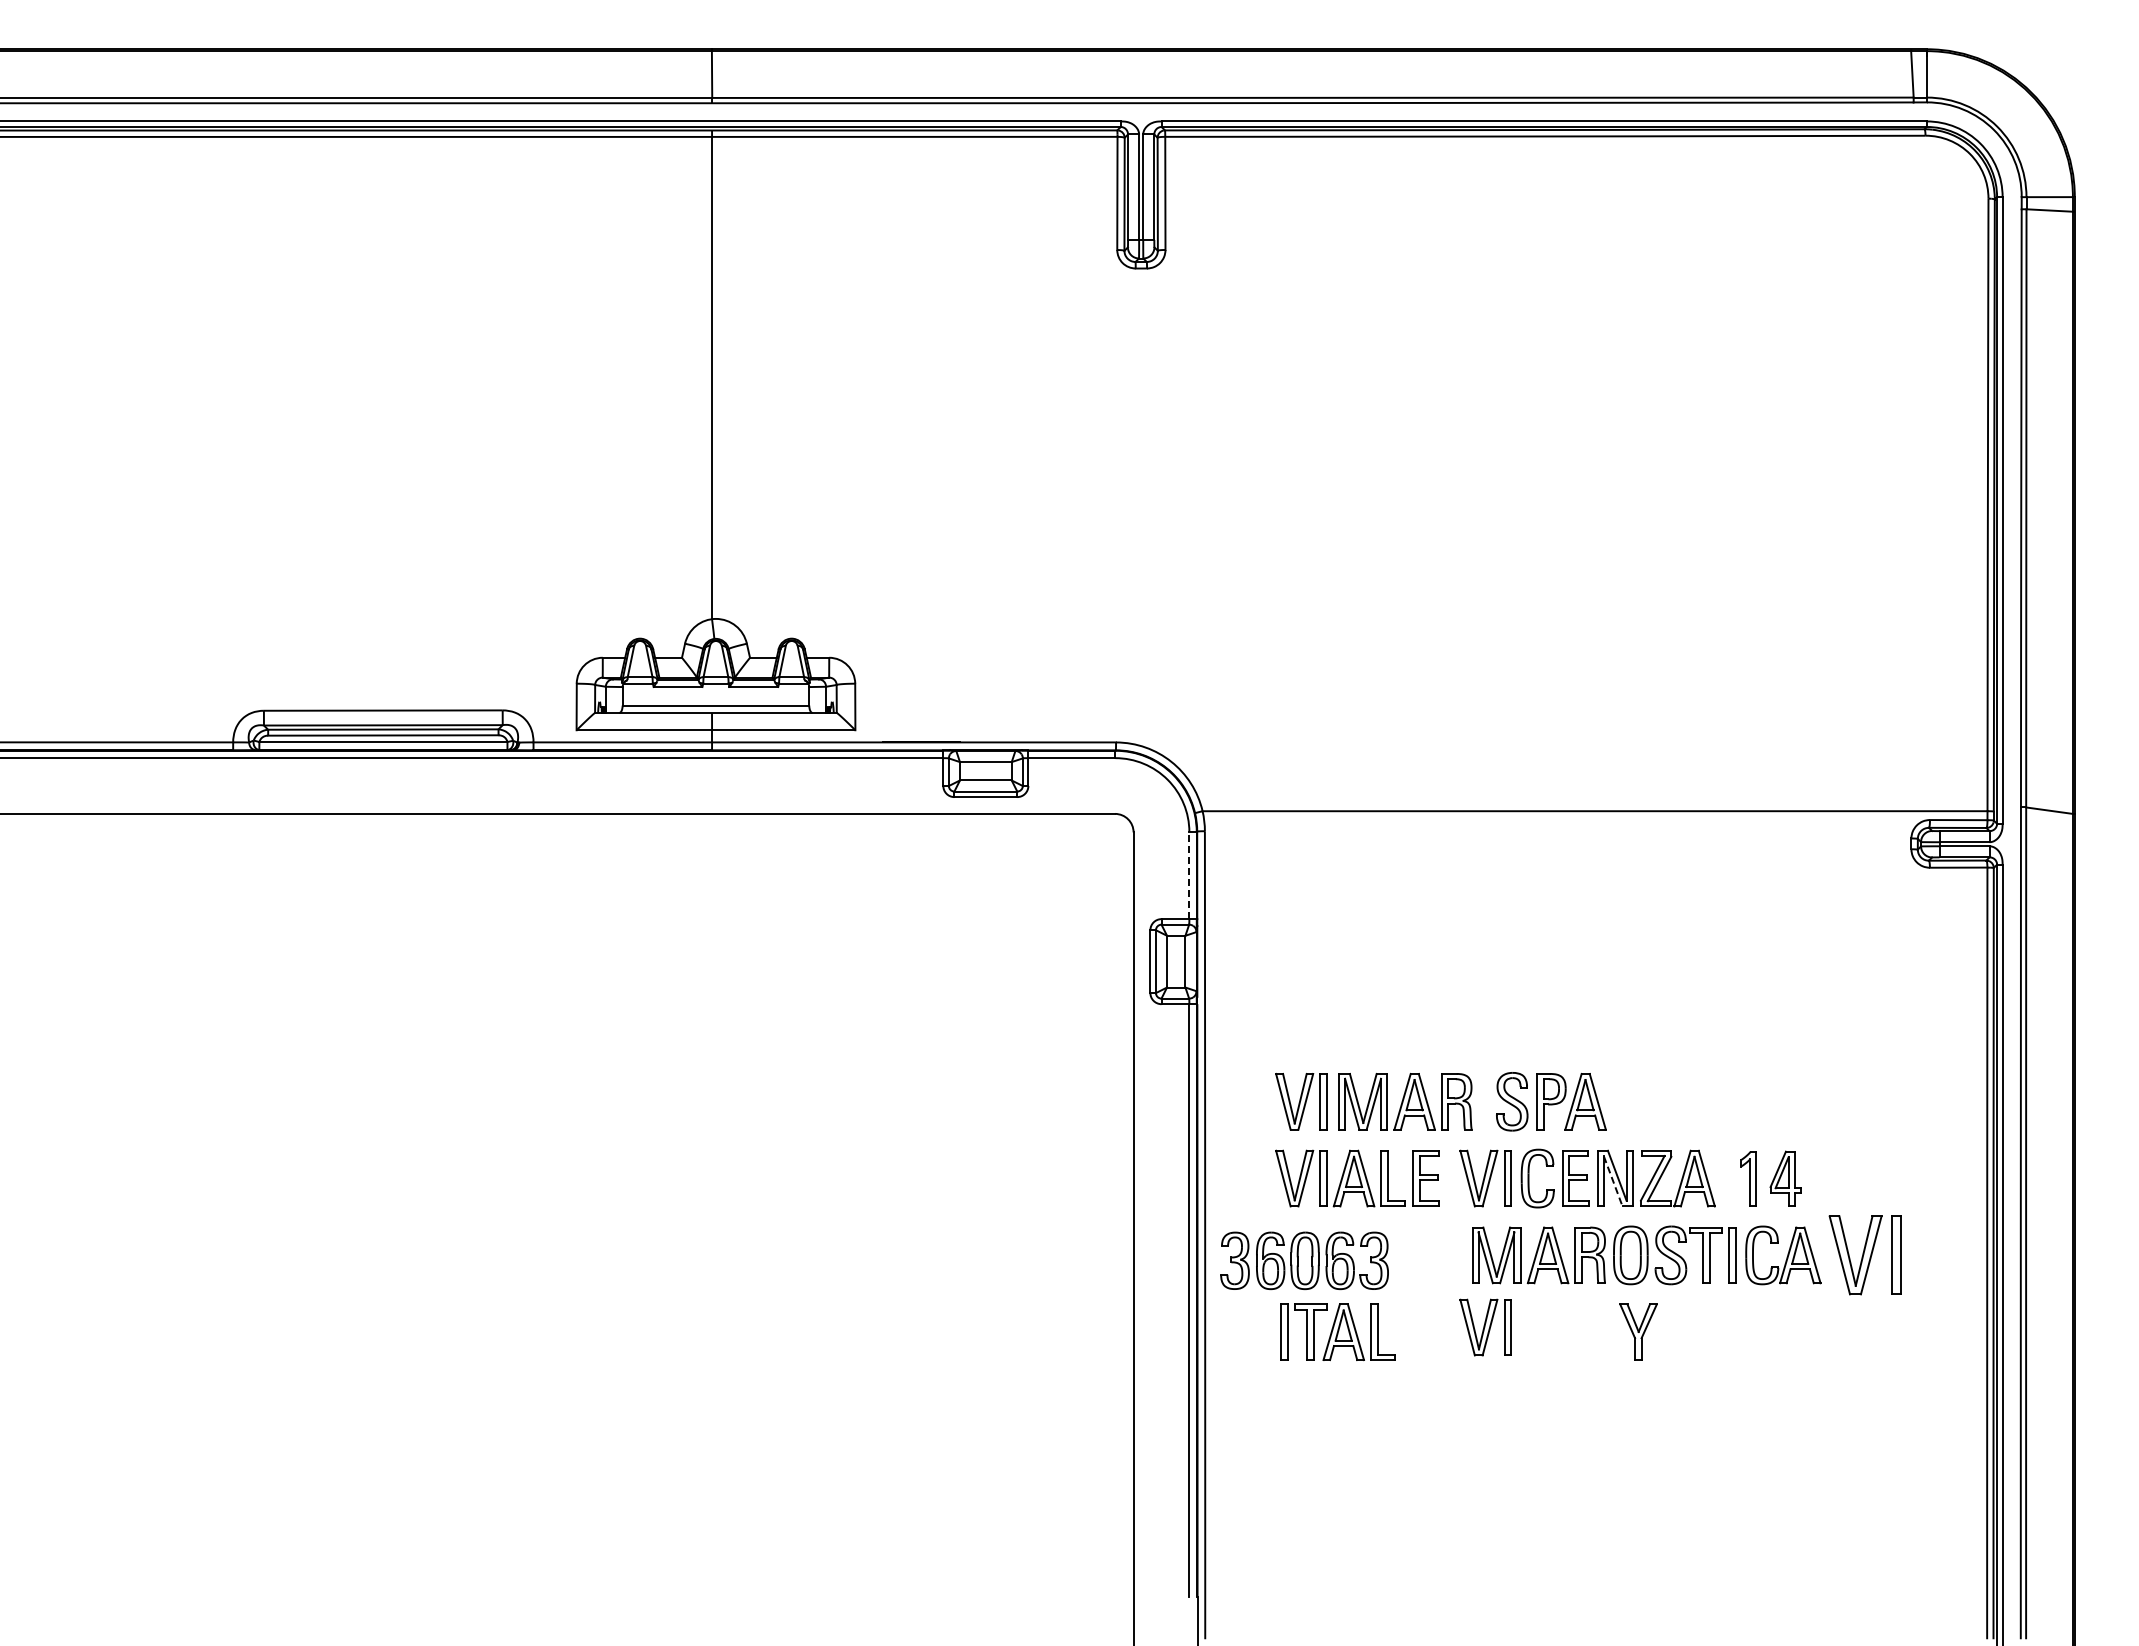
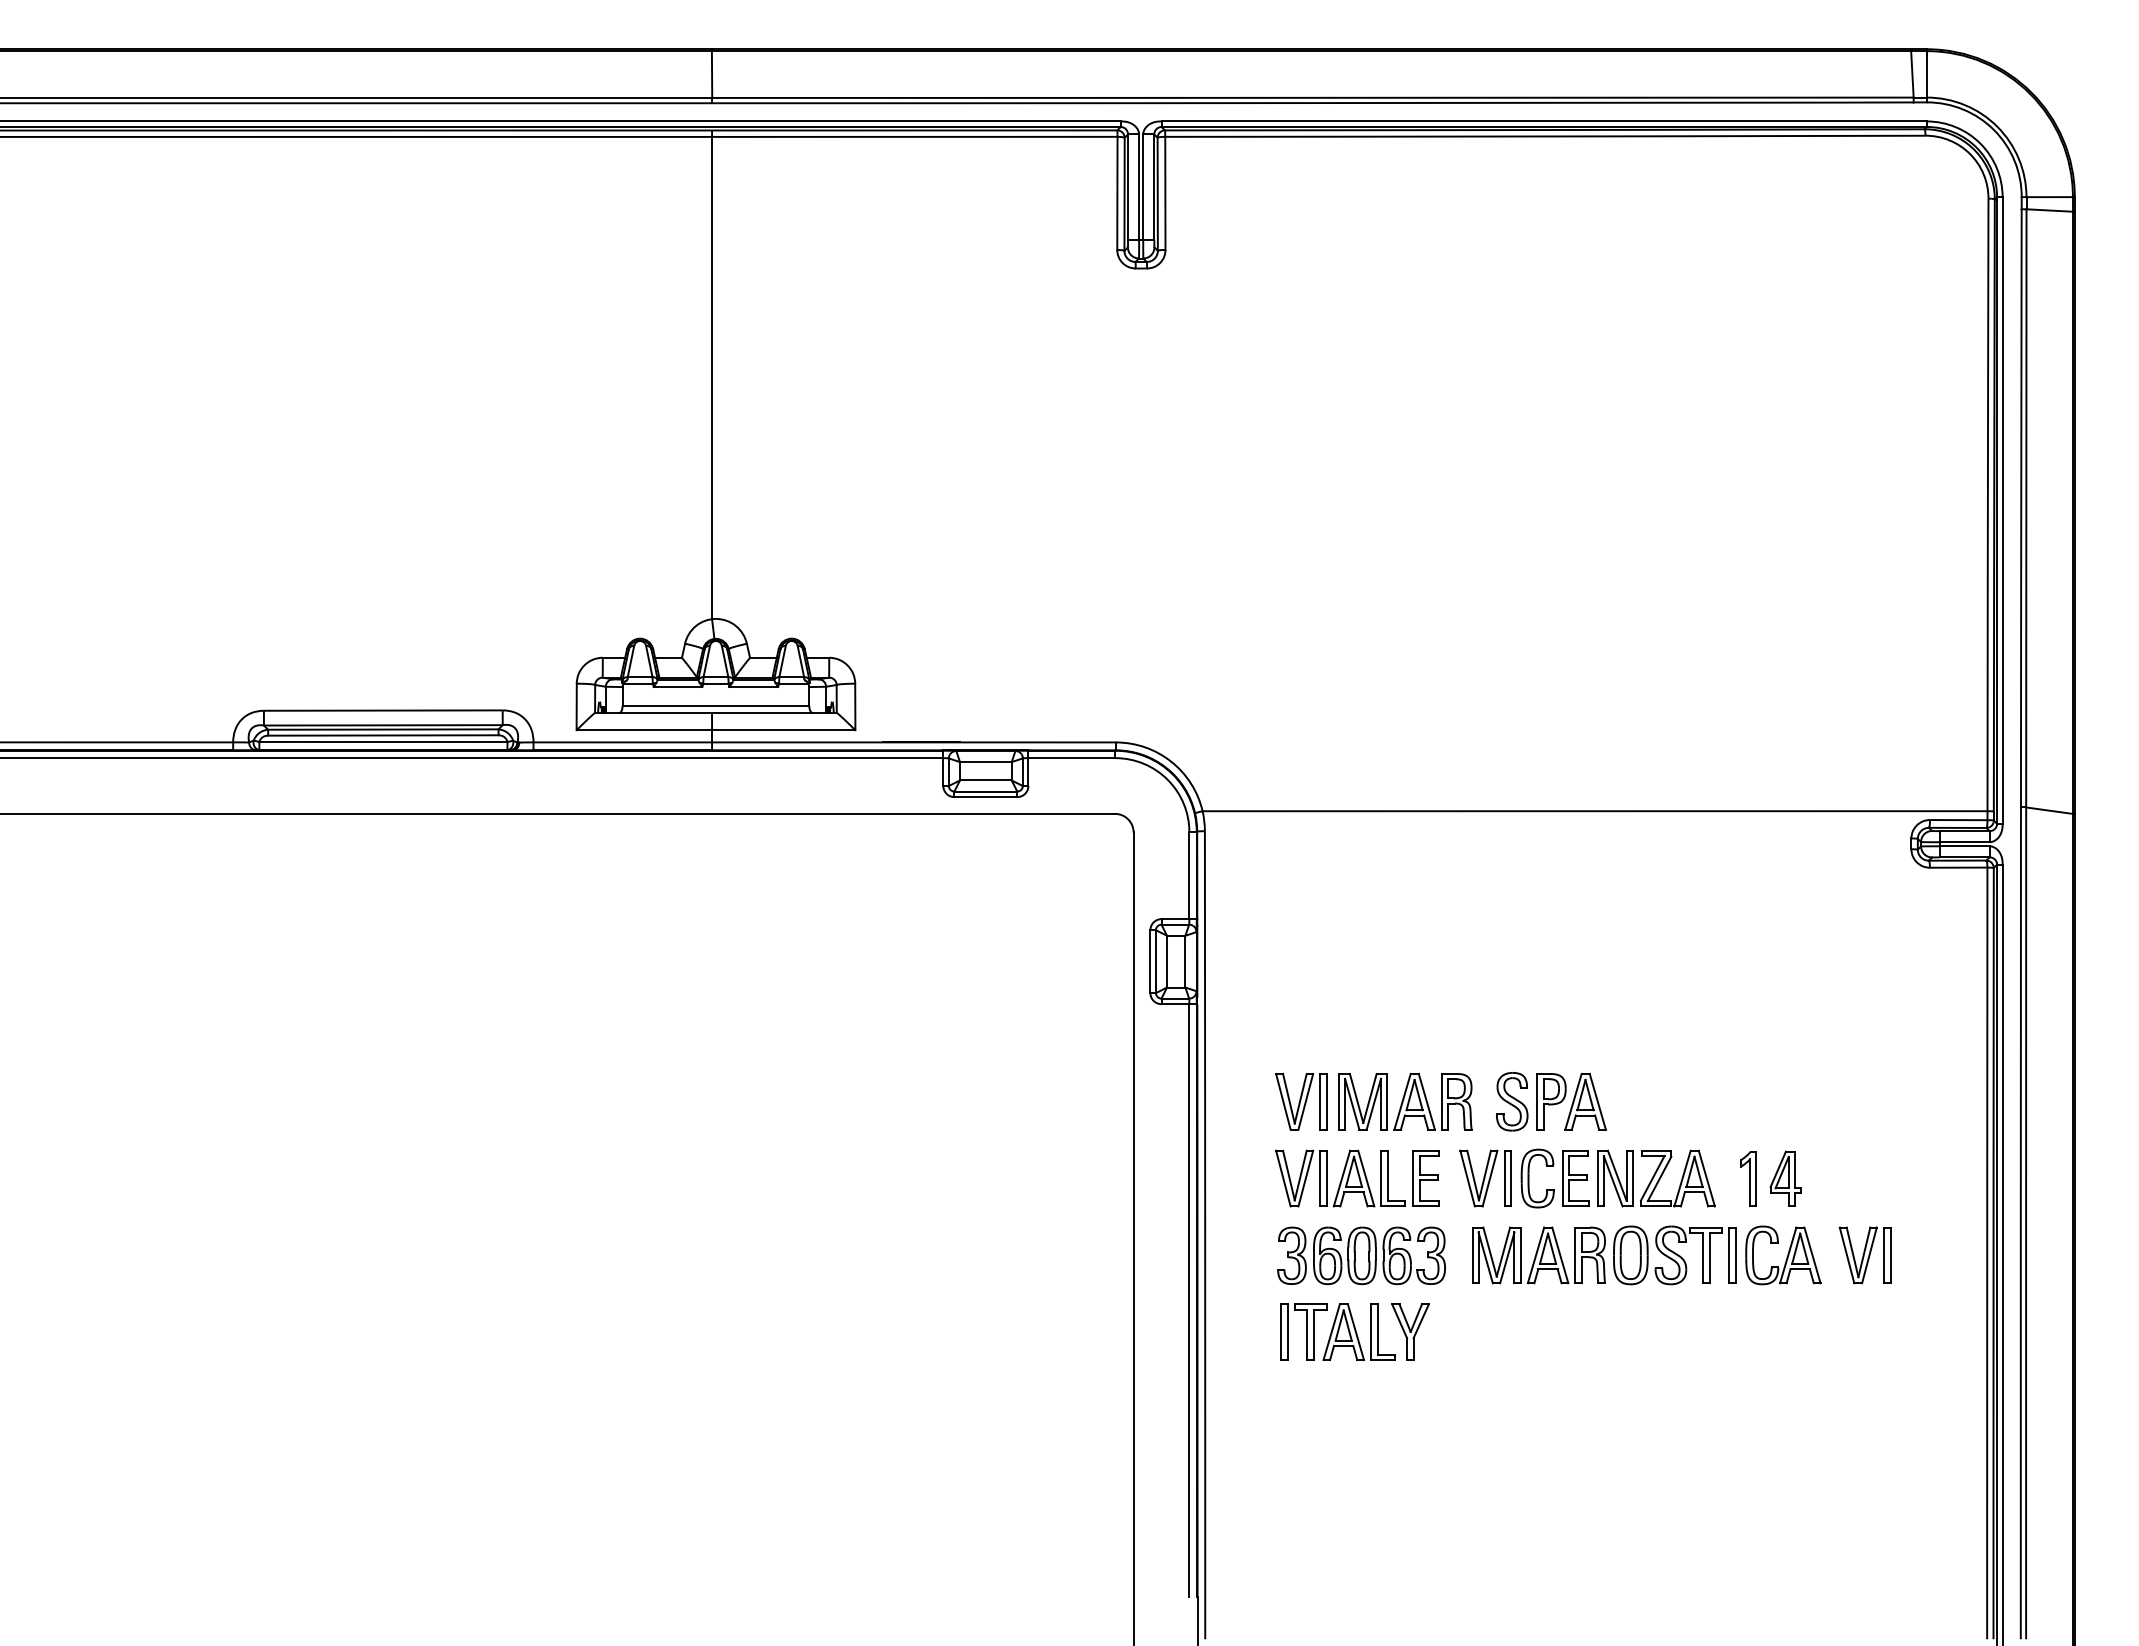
line at (1189, 875): dashed -> solid
line at (1613, 1181): dashed -> solid
part at (1864, 1255) size: 74x81 px -> 54x59 px
part at (1304, 1260) position: (1304, 1260) -> (1361, 1255)
part at (1485, 1327): present -> none
part at (1638, 1331) position: (1638, 1331) -> (1410, 1331)
